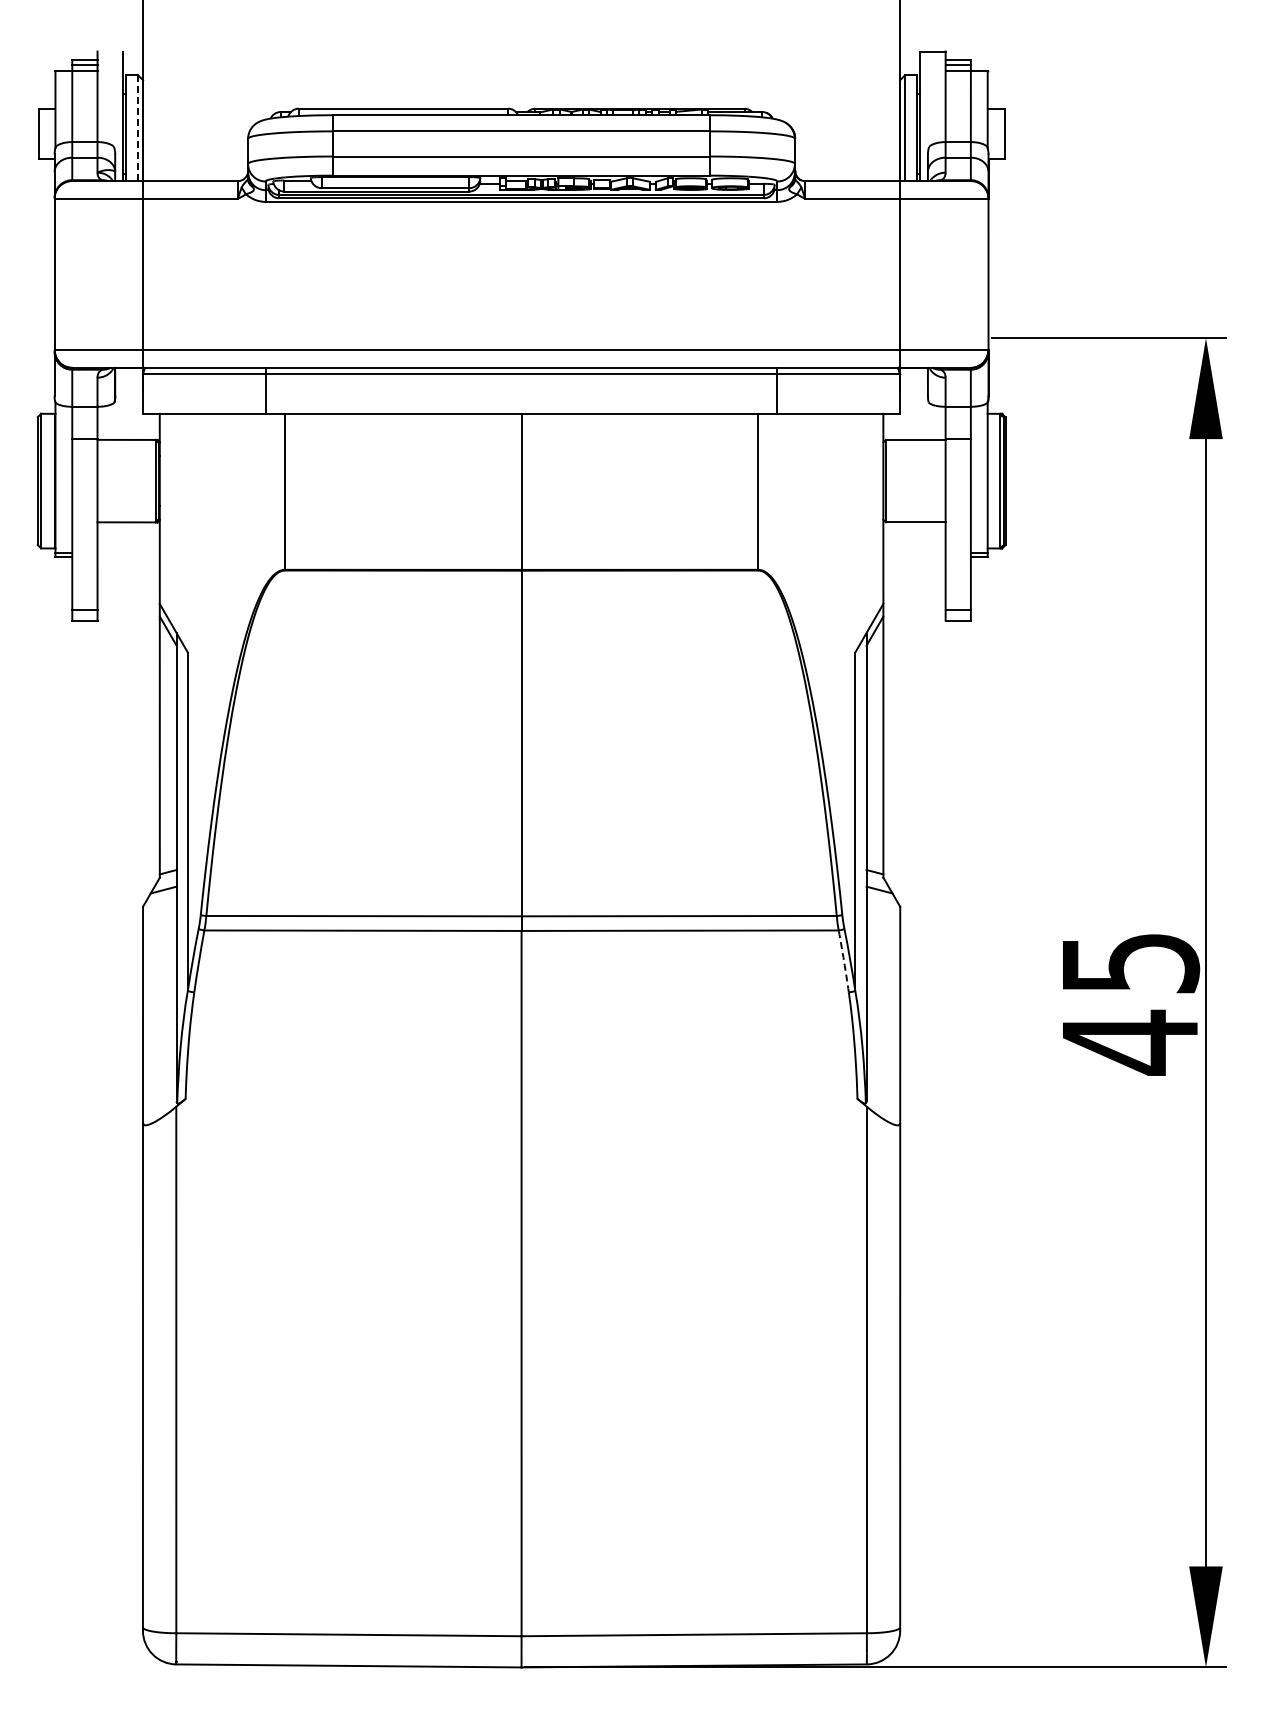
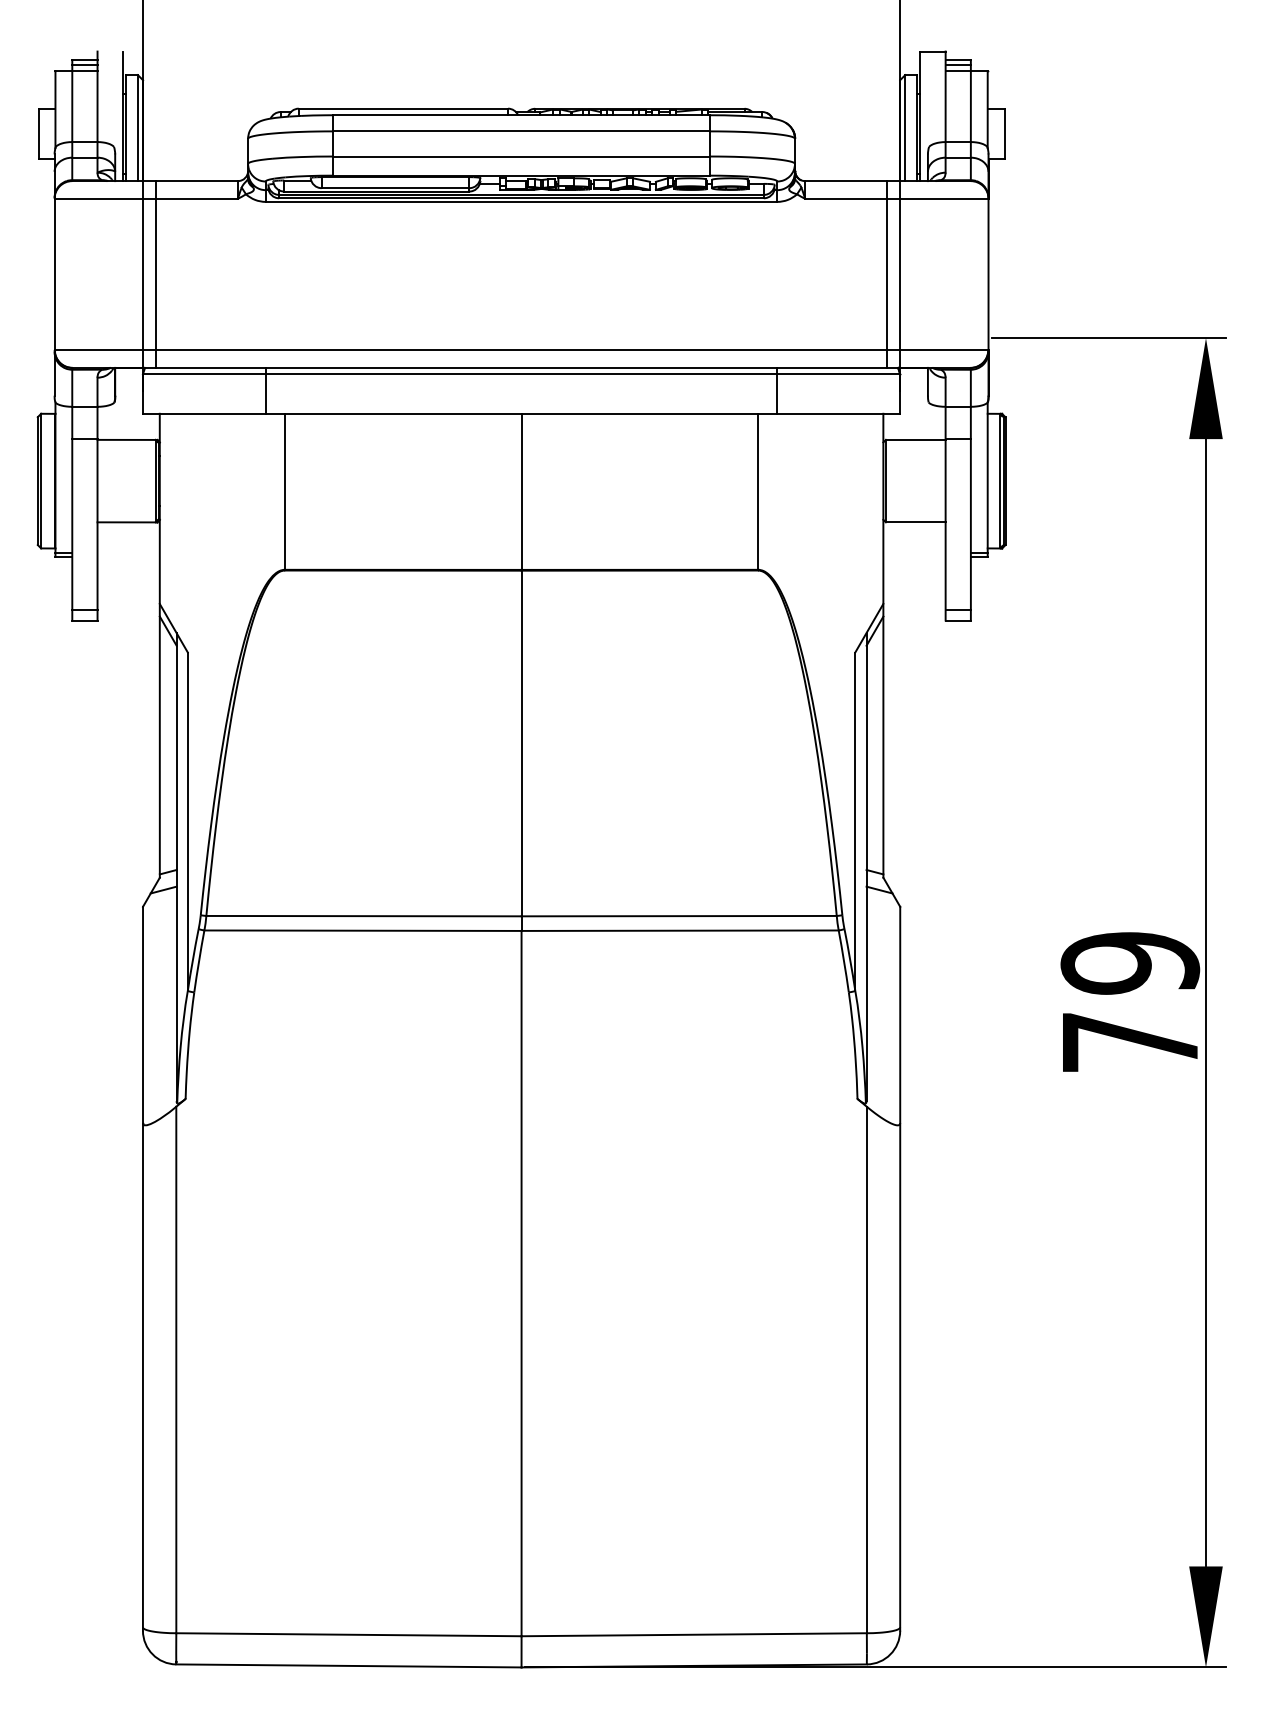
line at (137, 128): dashed -> solid
line at (156, 274): none -> present
line at (886, 274): none -> present
arc at (844, 961): dashed -> solid
text at (1129, 1003): 45 -> 79
